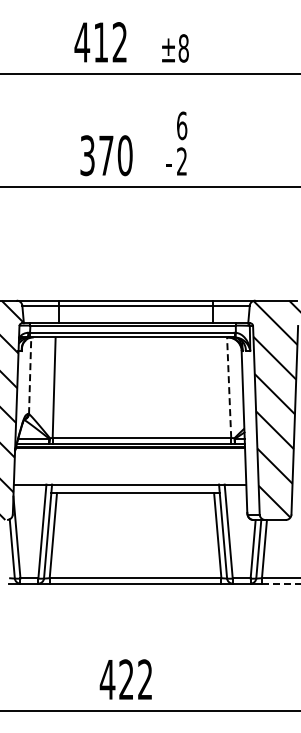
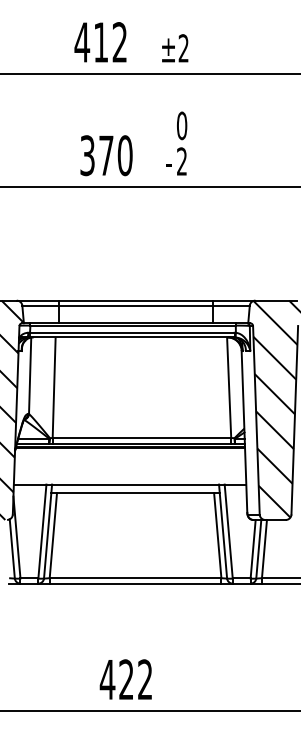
text at (183, 48): ±8 -> ±2
text at (182, 125): 6 -> 0
line at (30, 374): dashed -> solid
line at (229, 387): dashed -> solid
line at (280, 583): dashed -> solid
